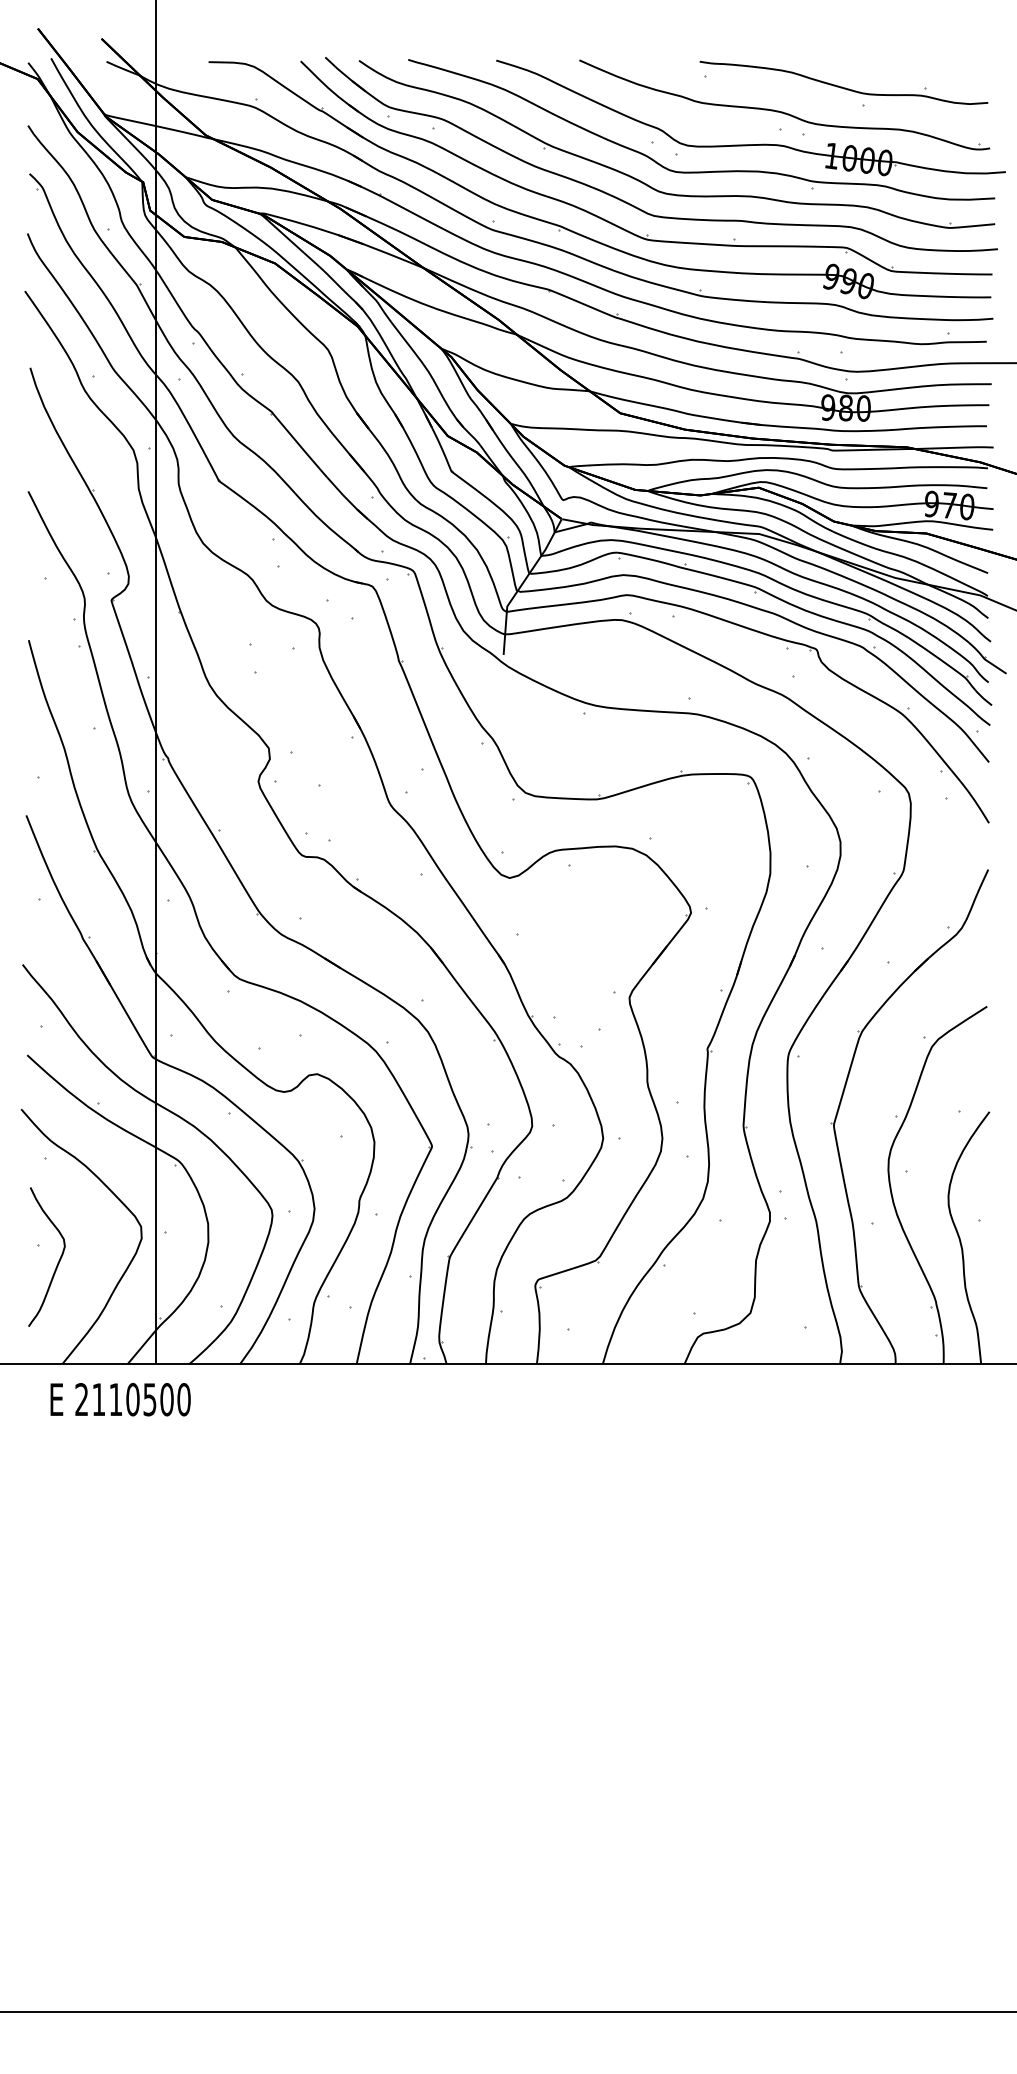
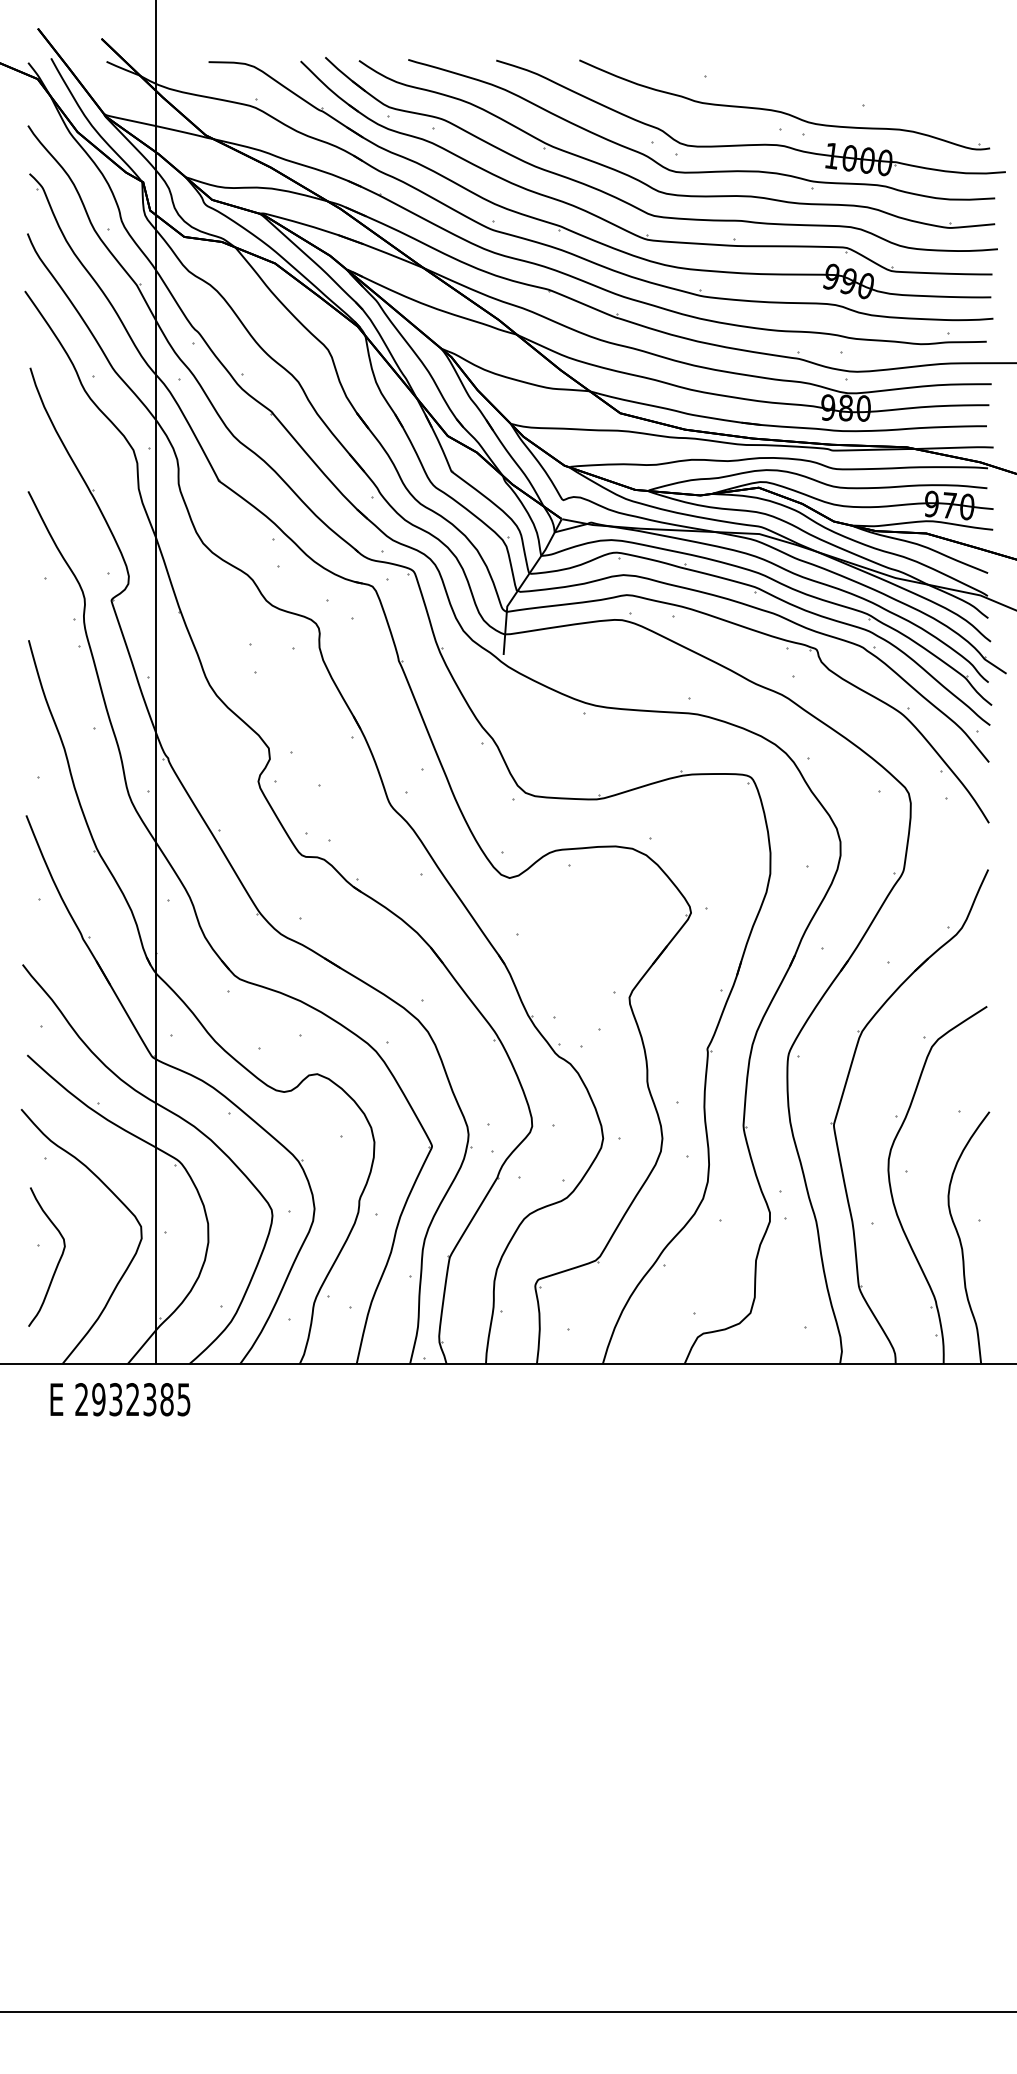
part at (843, 82): present -> none
text at (141, 1399): 2110500 -> 2932385
